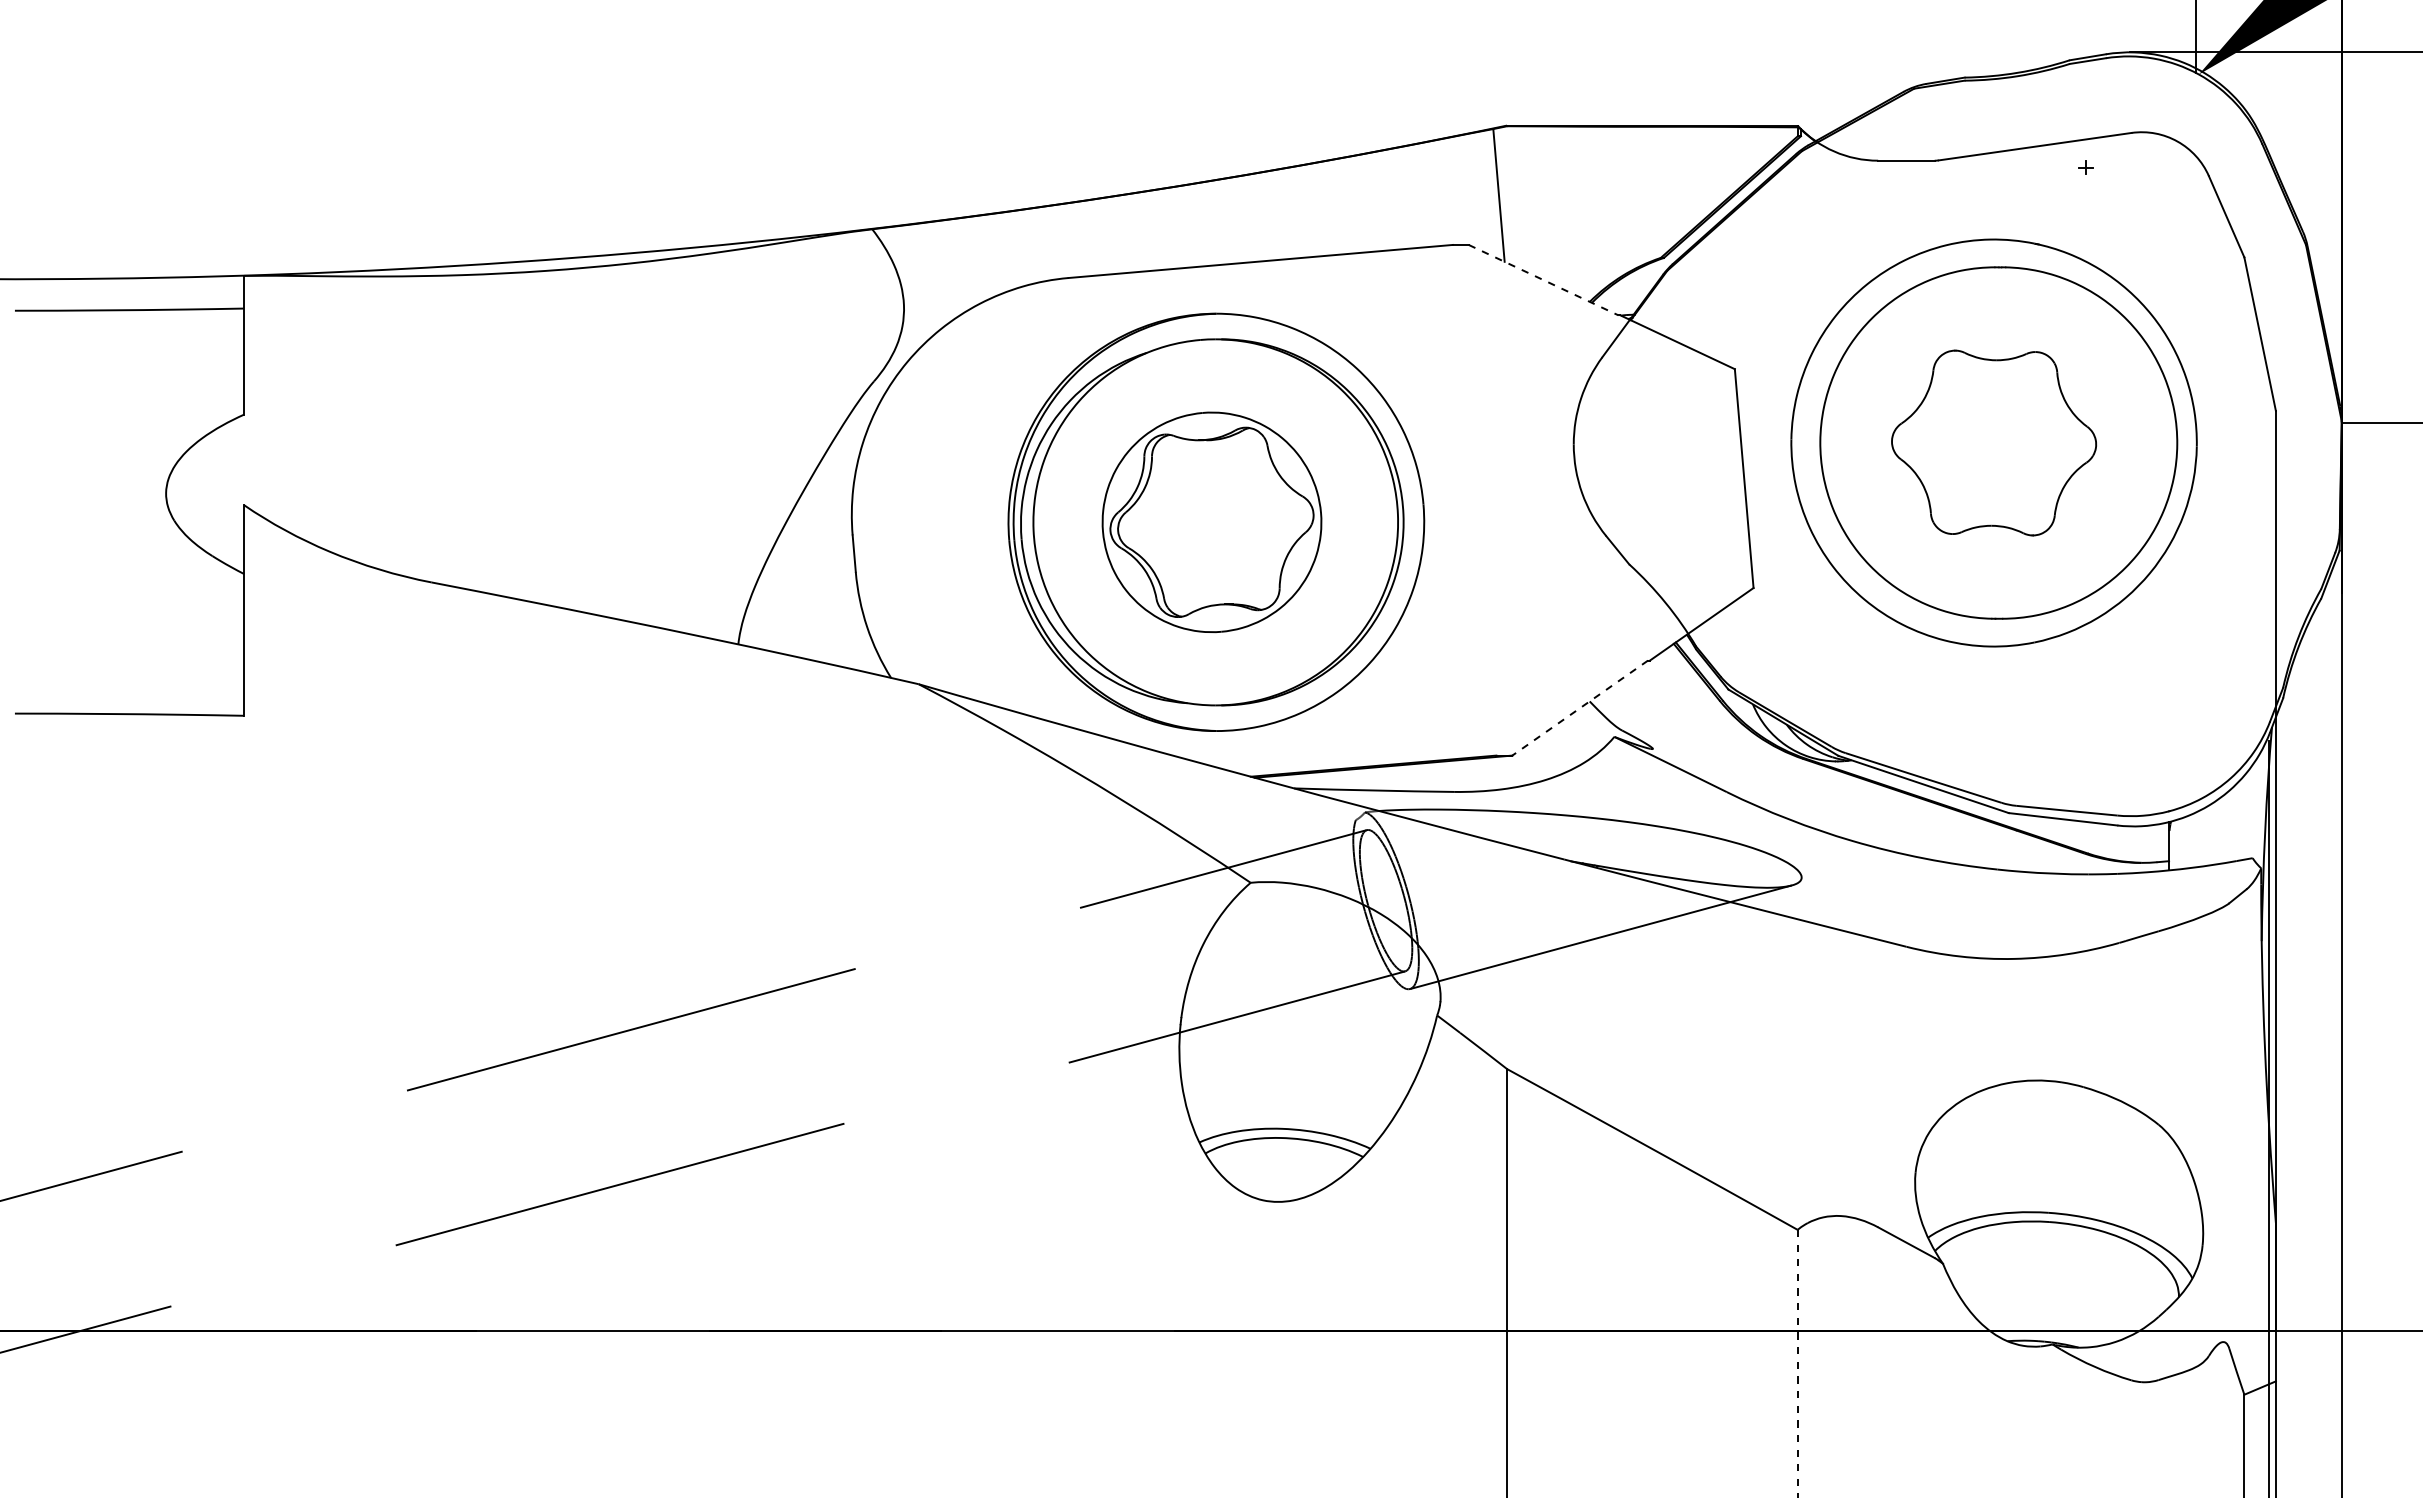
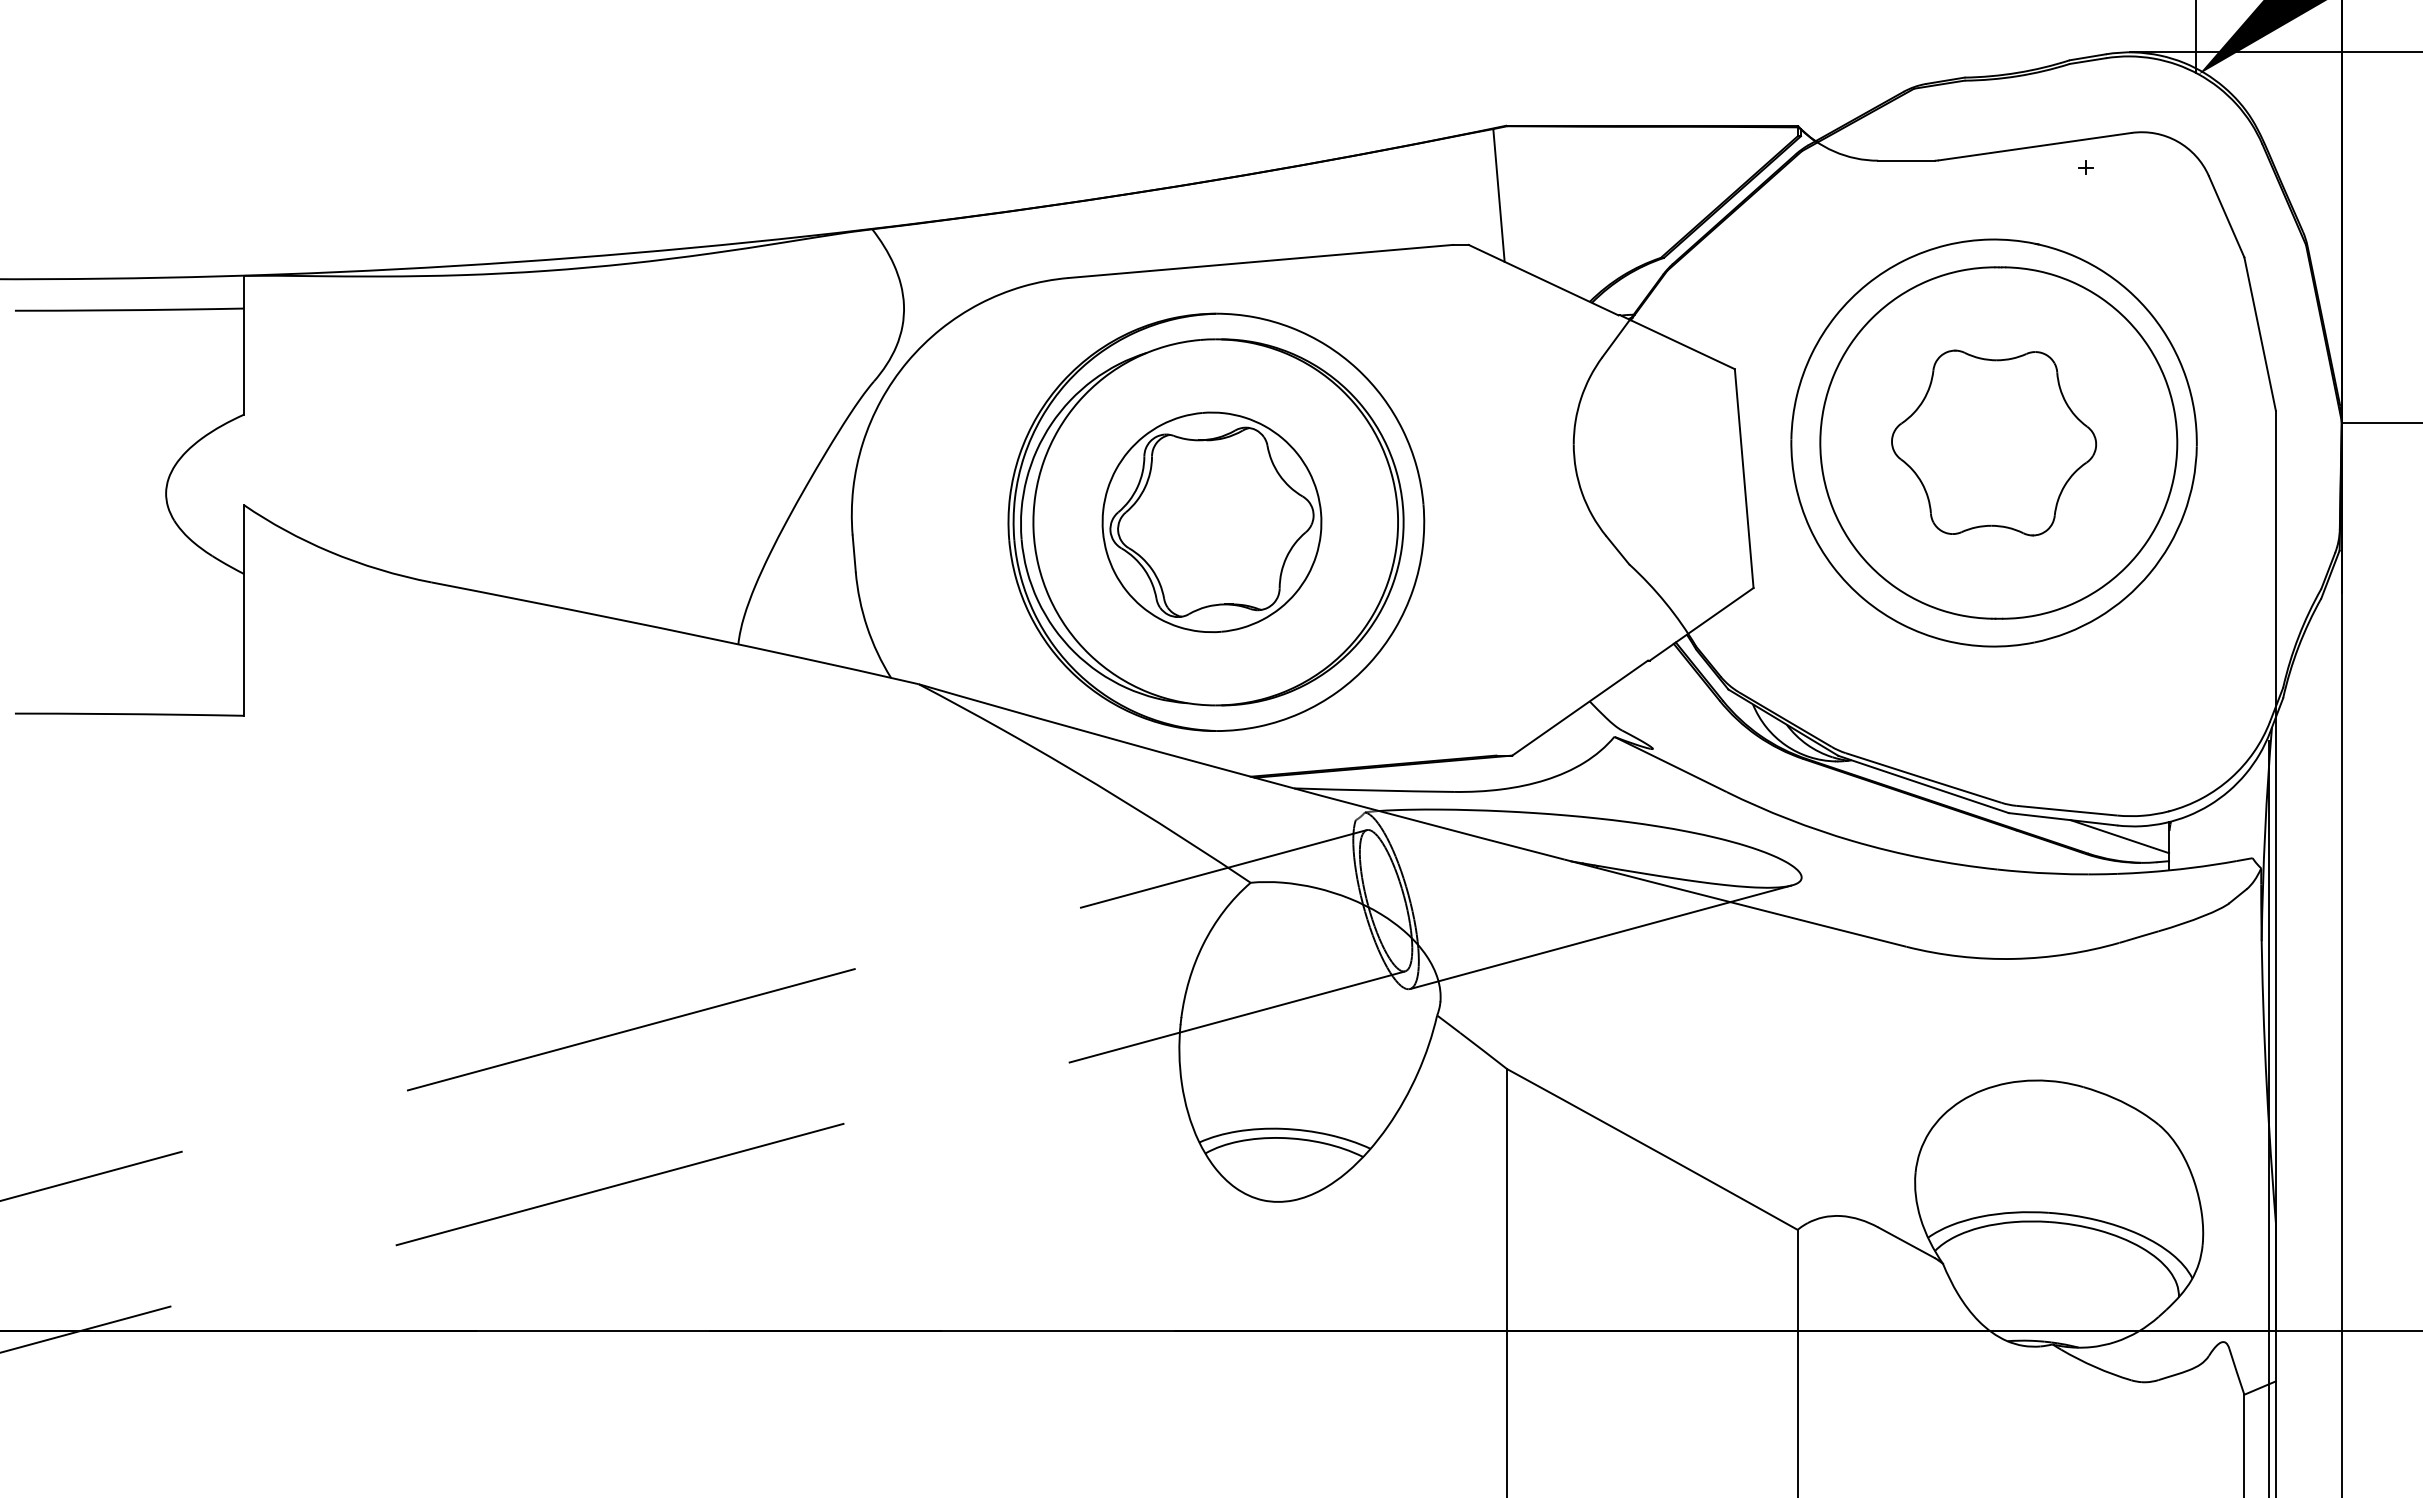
line at (1543, 280): dashed -> solid
line at (1580, 708): dashed -> solid
line at (2119, 836): none -> present
line at (1797, 1363): dashed -> solid
